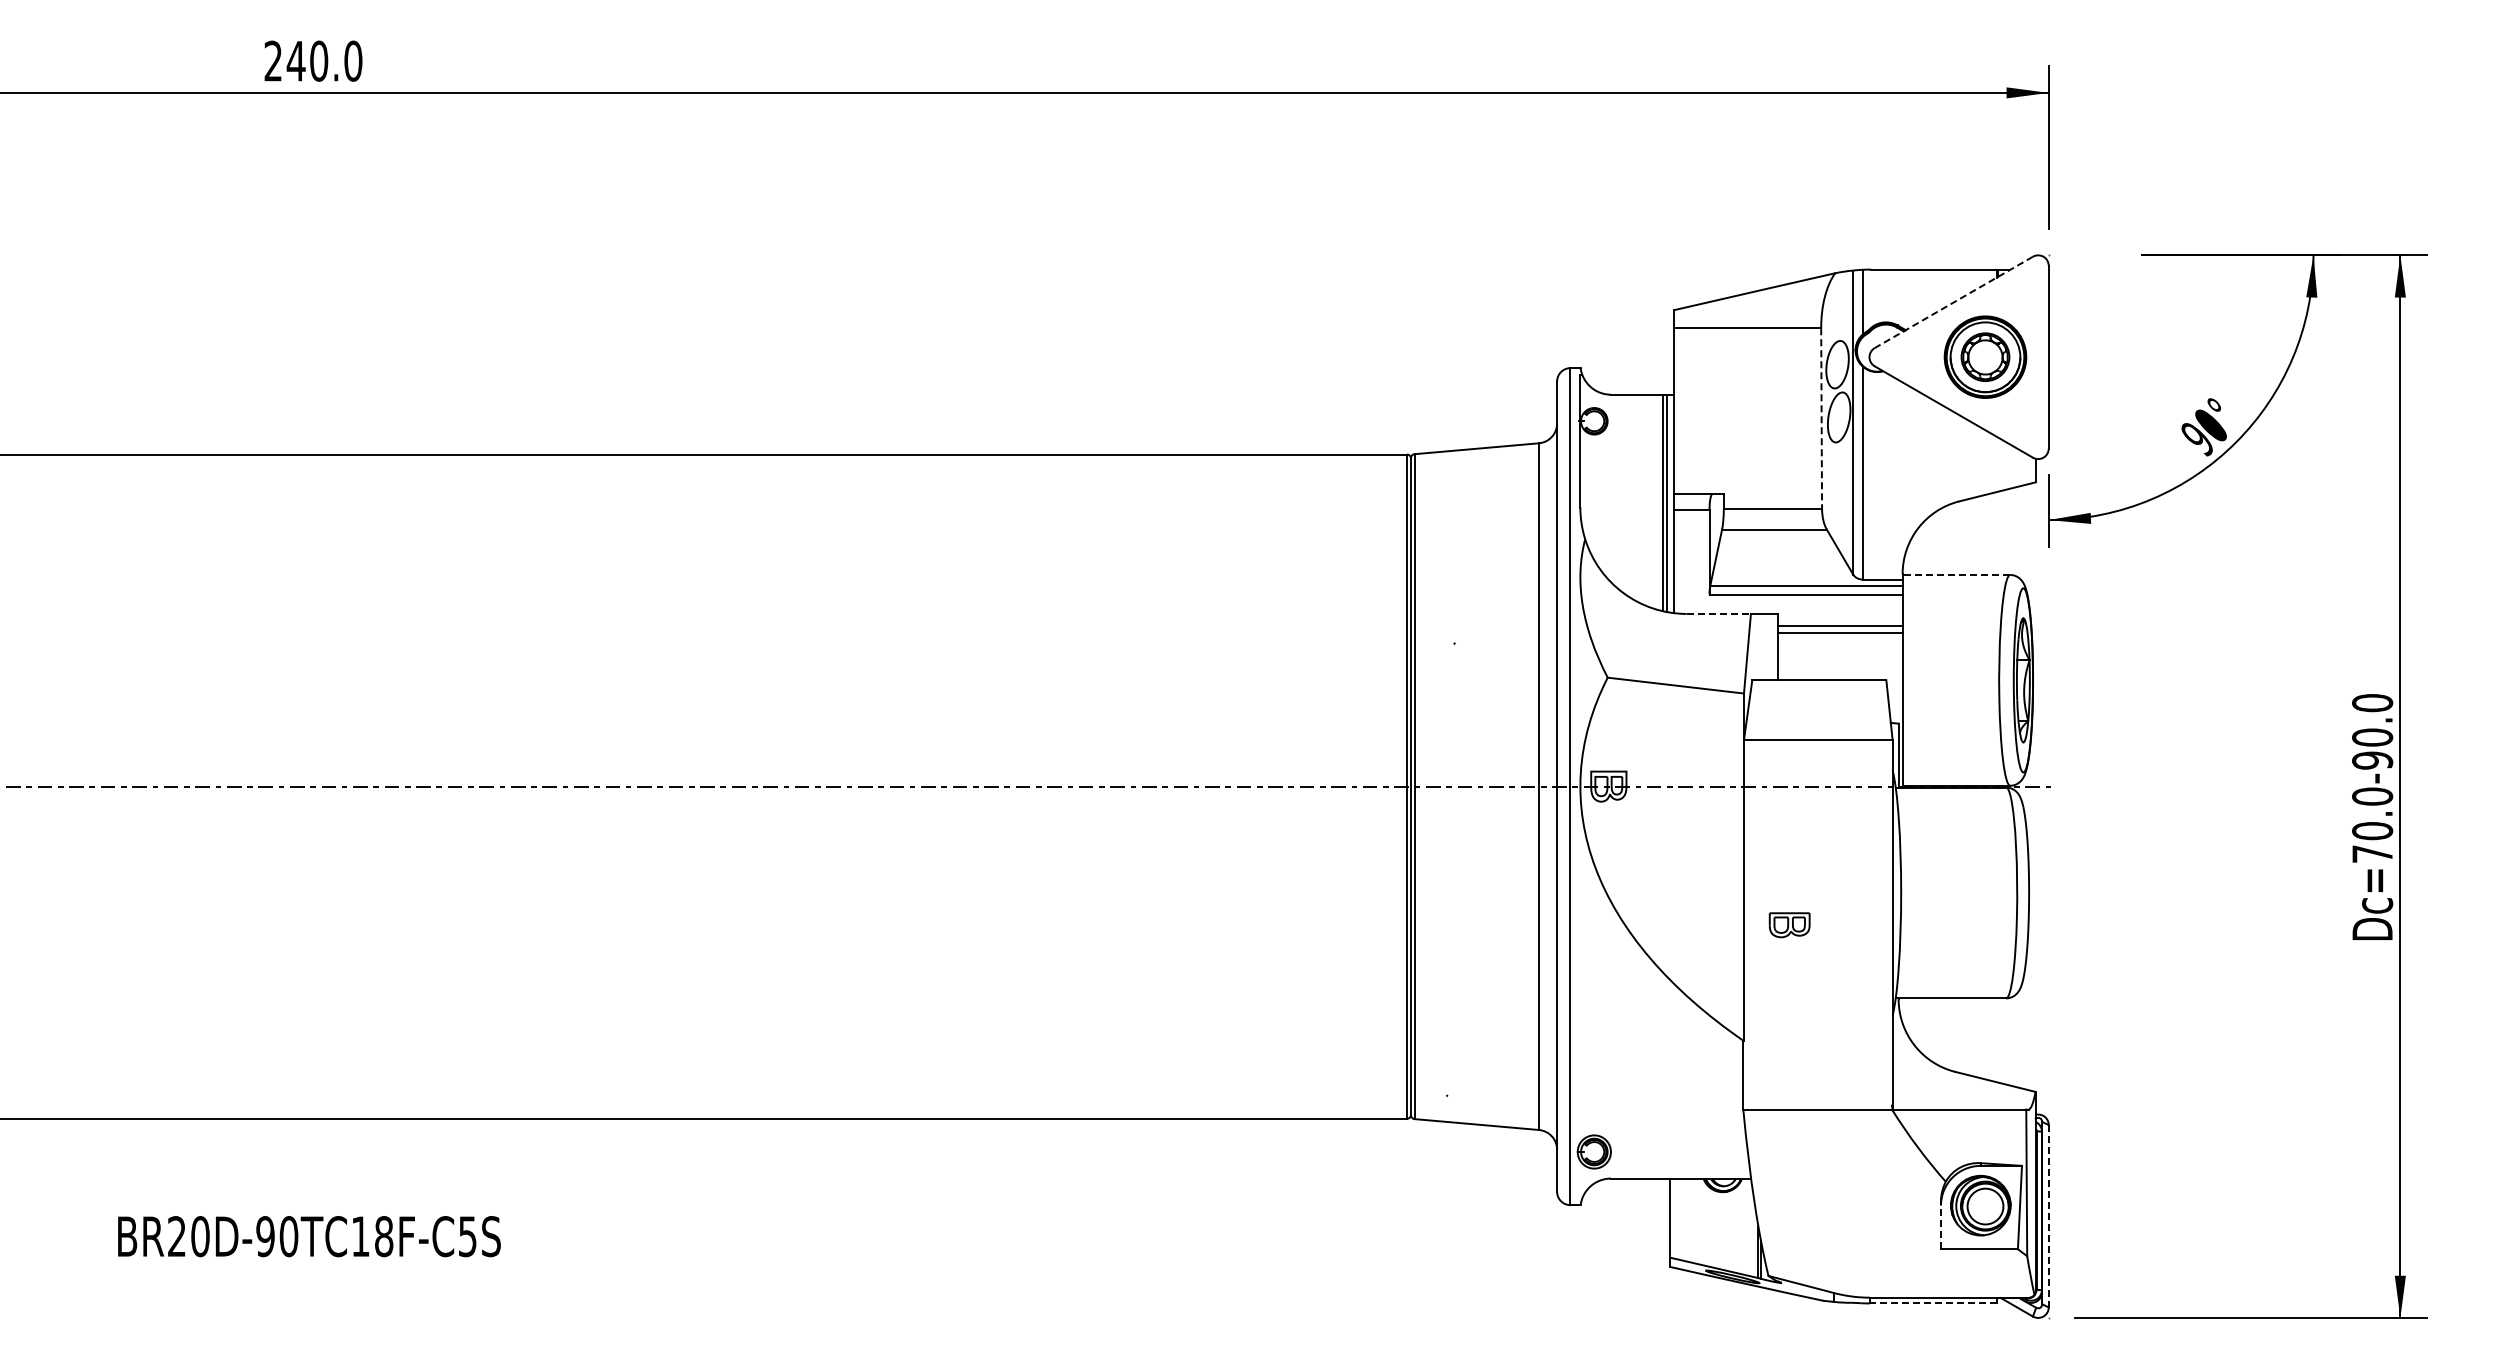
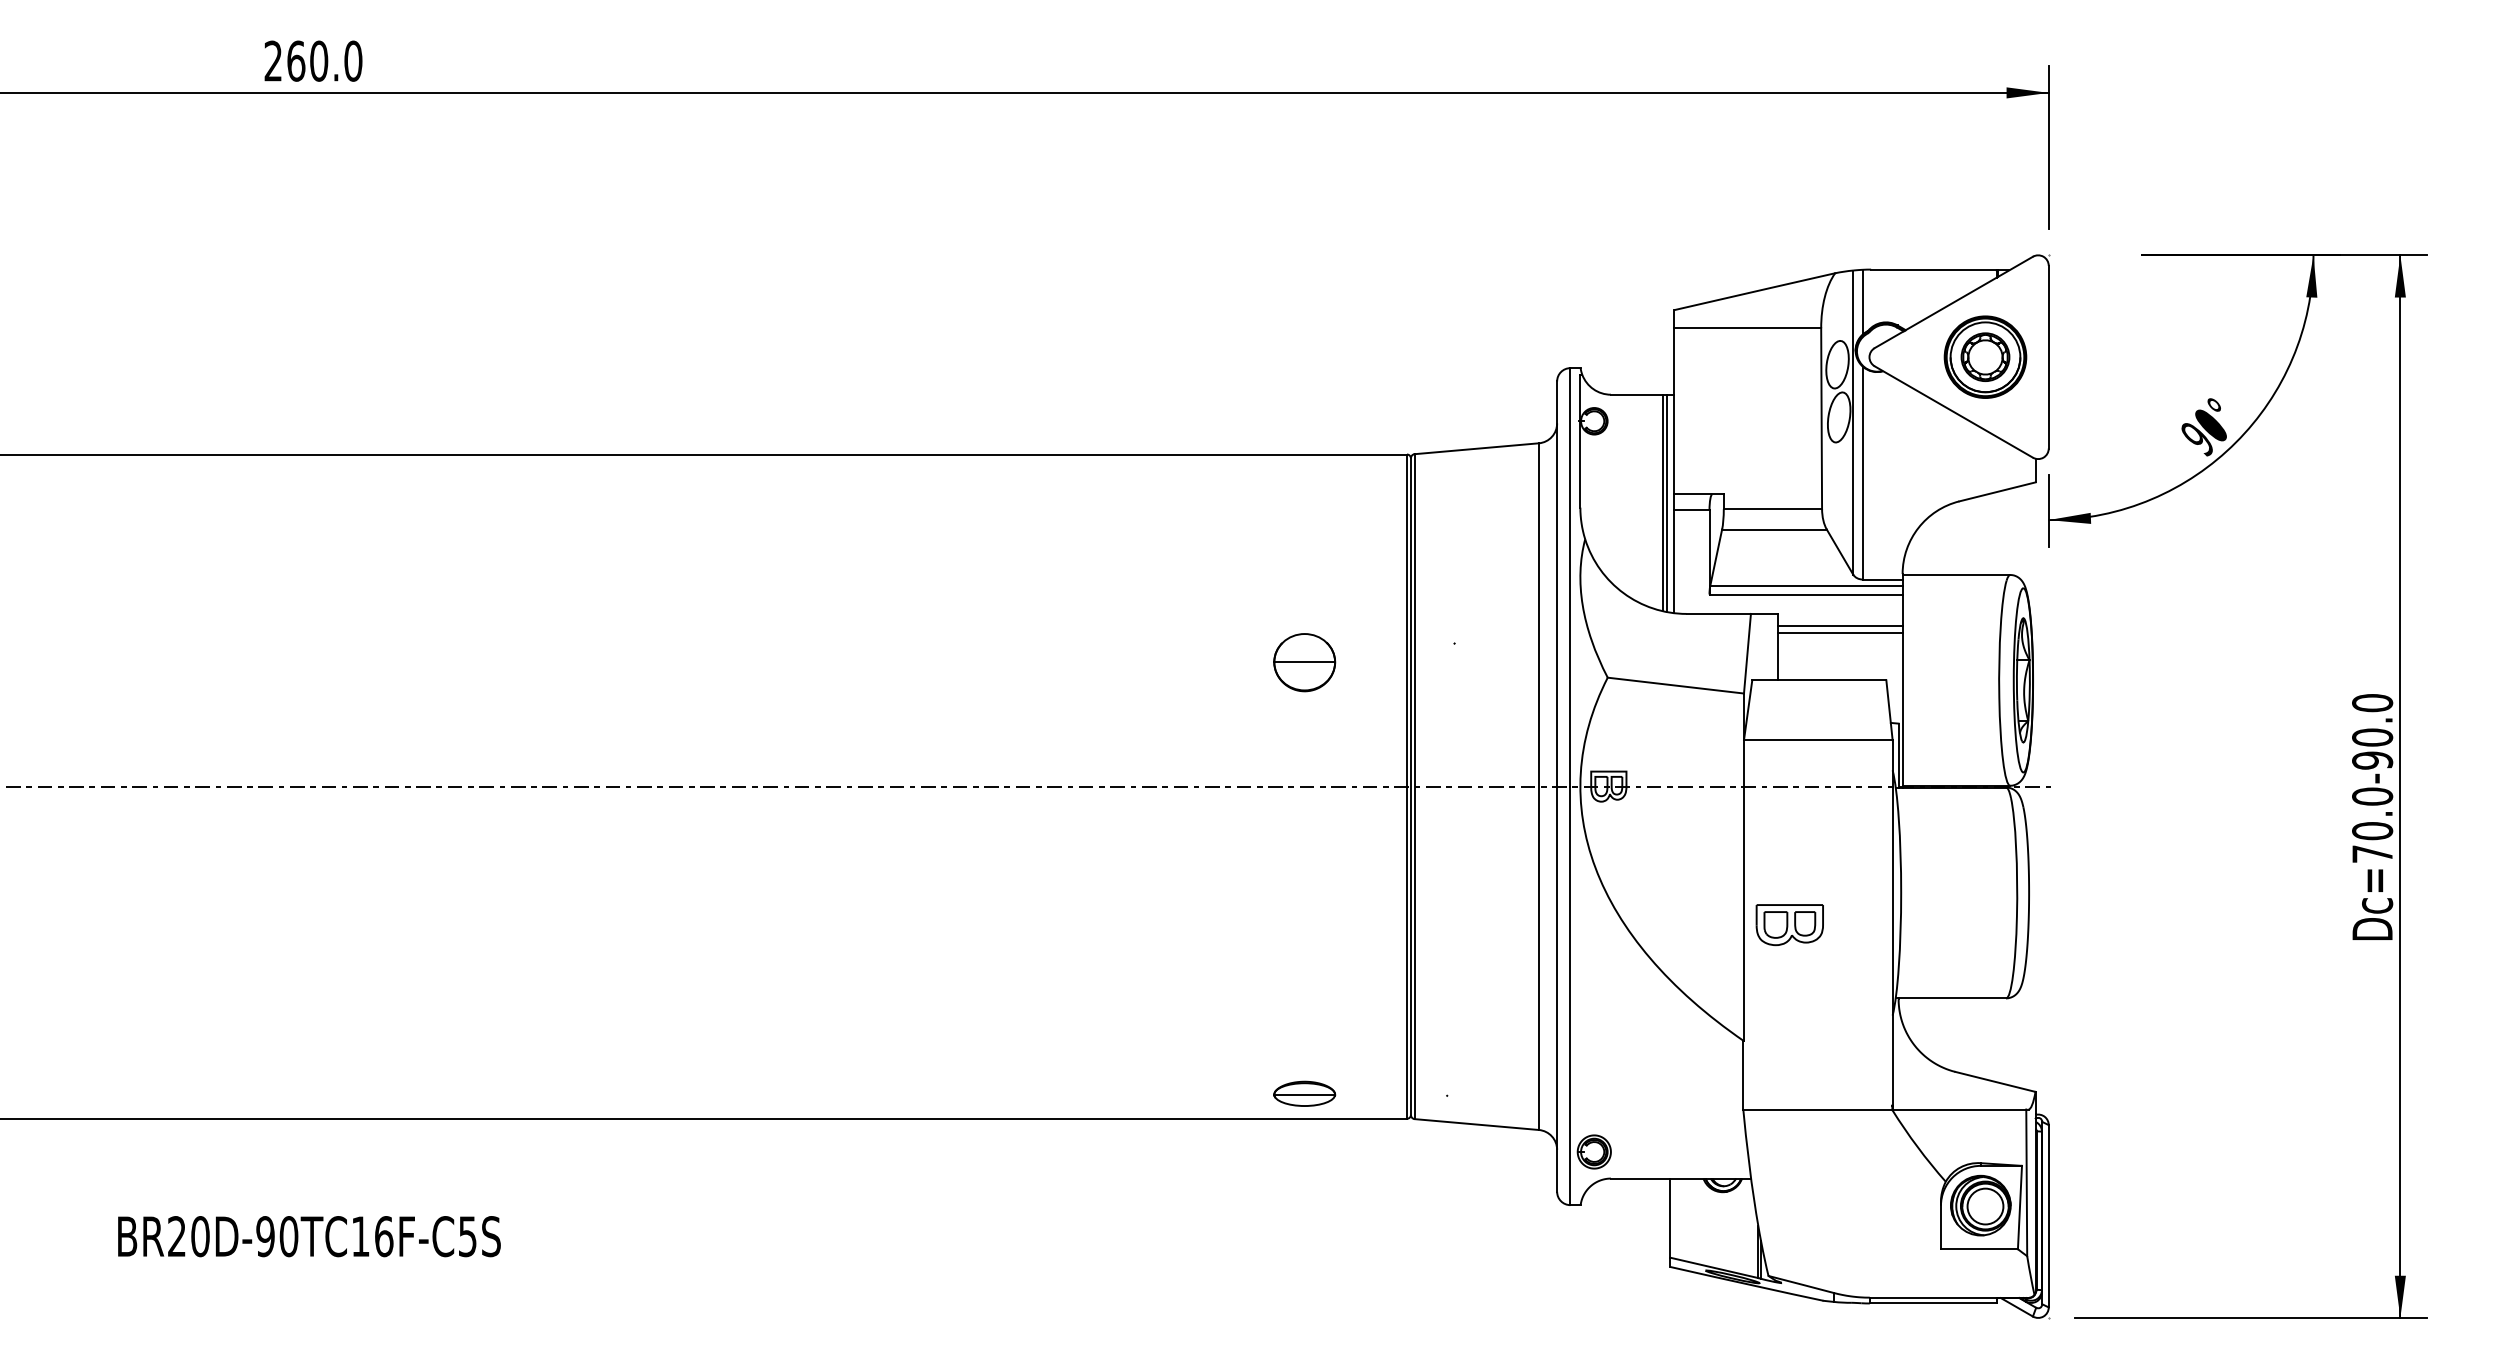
text at (295, 60): 240.0 -> 260.0
line at (1953, 302): dashed -> solid
line at (1821, 419): dashed -> solid
line at (1956, 574): dashed -> solid
line at (1719, 613): dashed -> solid
part at (1304, 662): none -> present
part at (1789, 925) size: 43x27 px -> 69x43 px
part at (1304, 1093): none -> present
line at (2048, 1216): dashed -> solid
line at (1940, 1225): dashed -> solid
text at (384, 1236): BR20D-90TC18F-C5S -> BR20D-90TC16F-C5S
line at (1932, 1303): dashed -> solid
